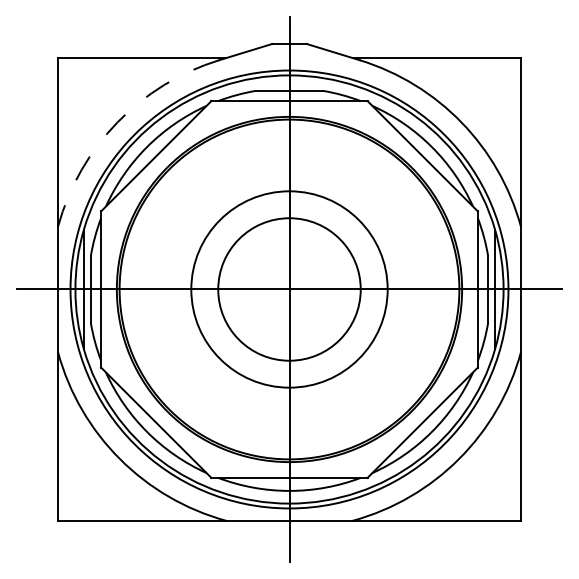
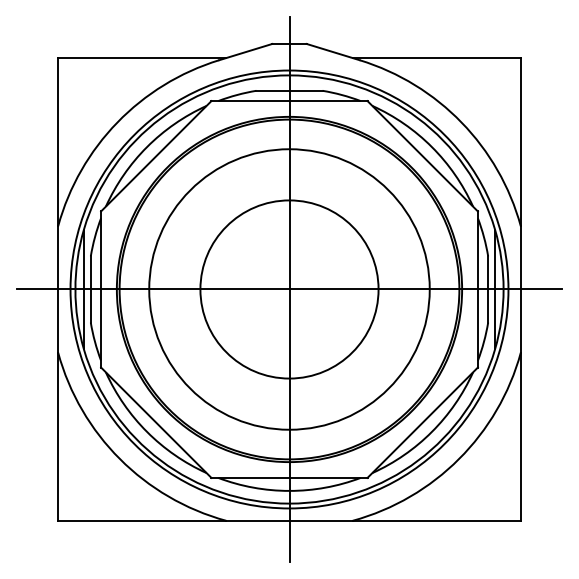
arc at (117, 122): dashed -> solid
circle at (289, 289) diameter: 143 px -> 178 px
circle at (289, 289) diameter: 196 px -> 281 px
